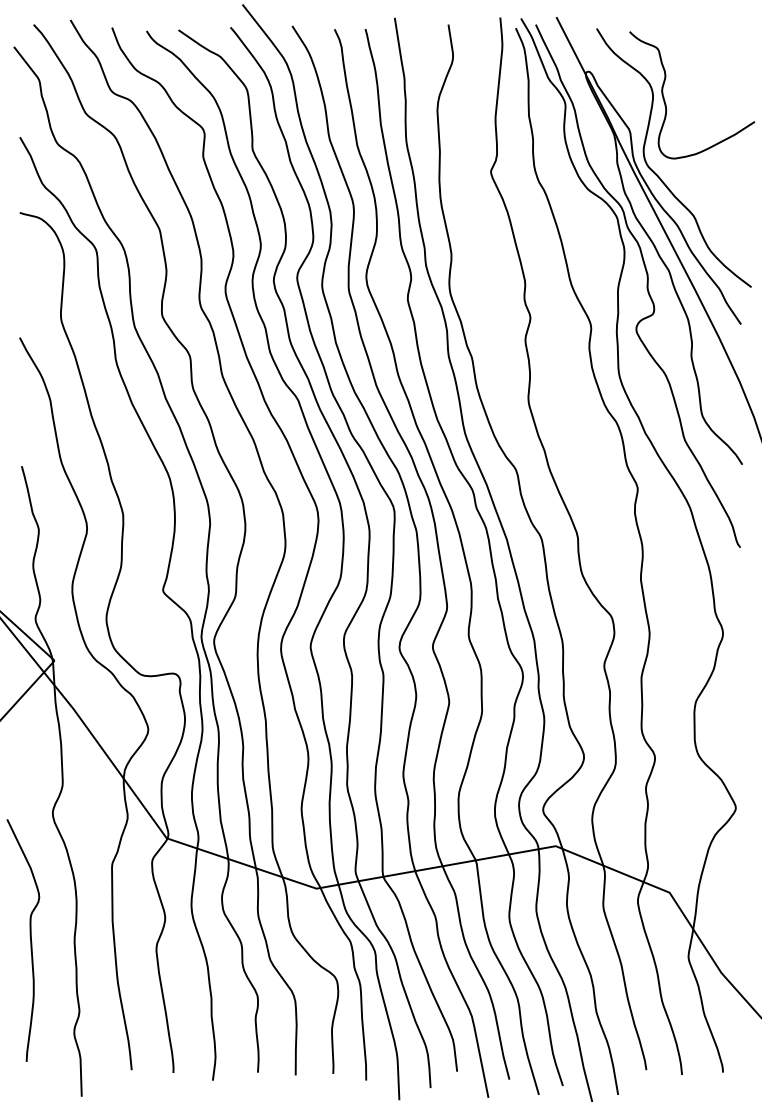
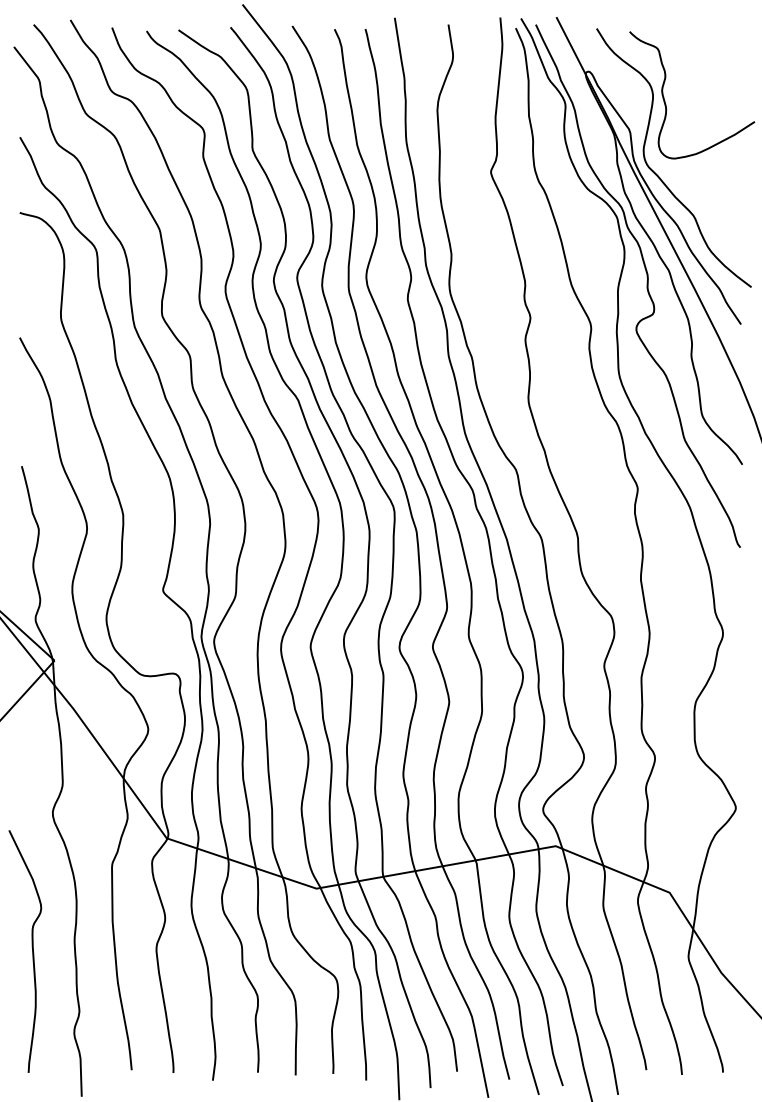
curve at (30, 940) position: (30, 940) -> (32, 951)
